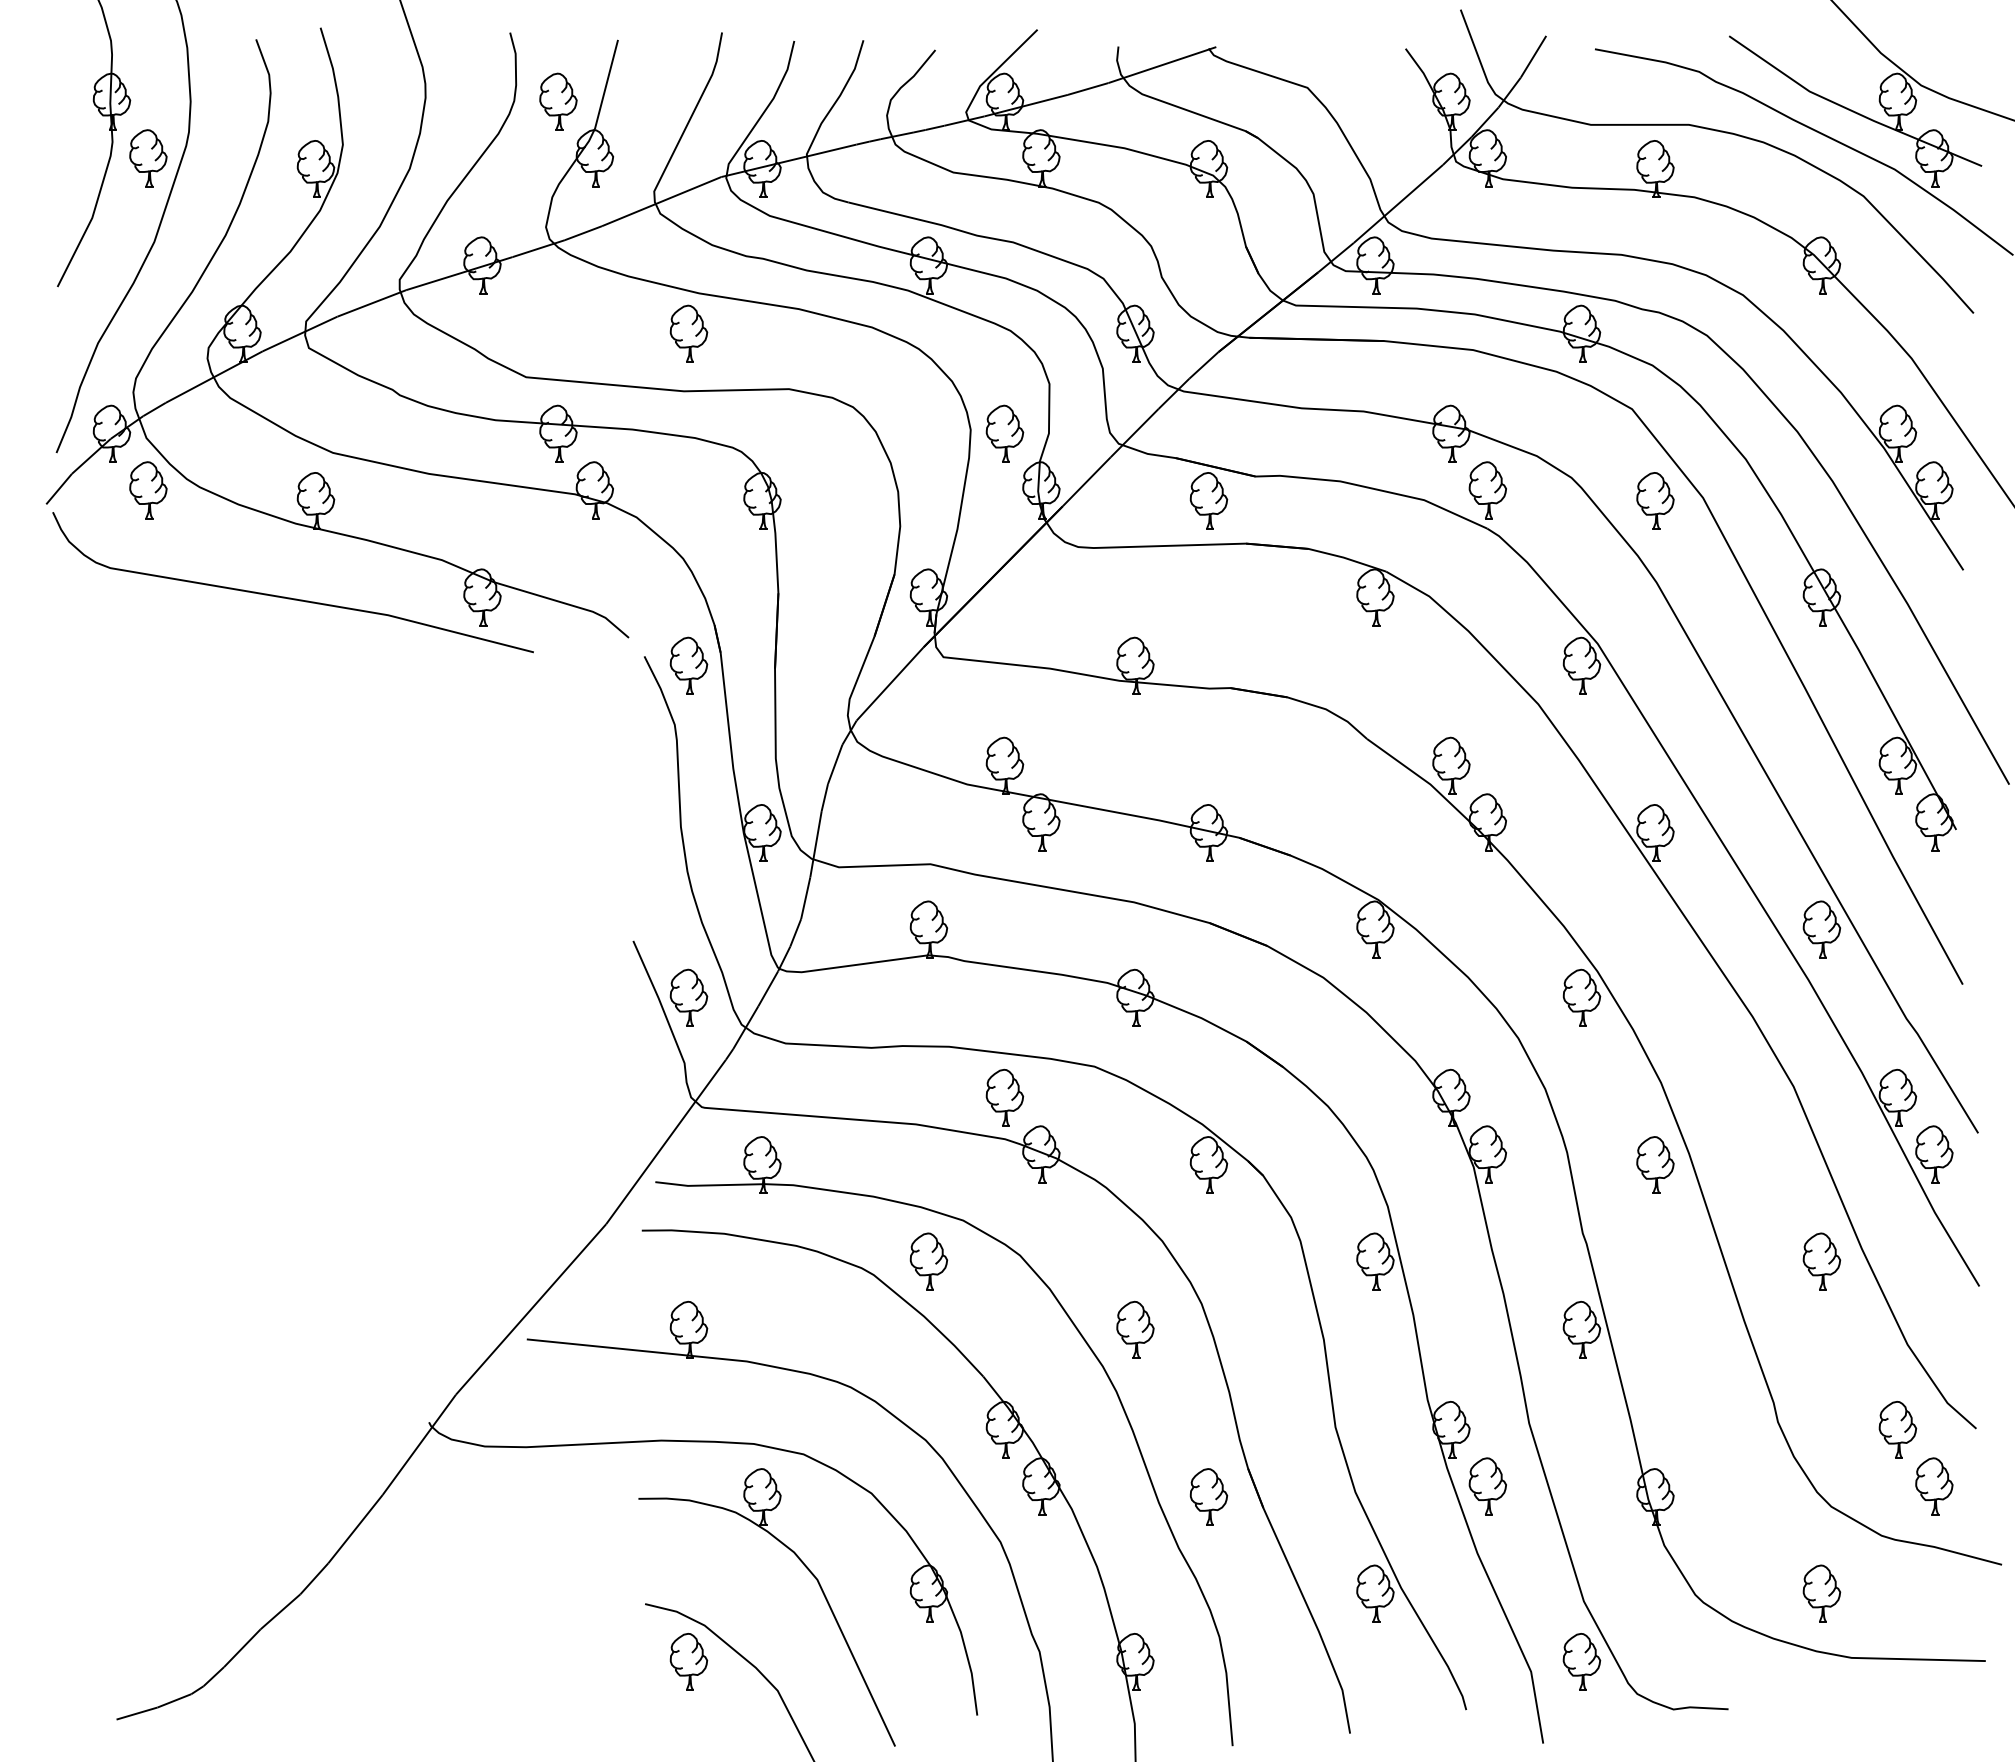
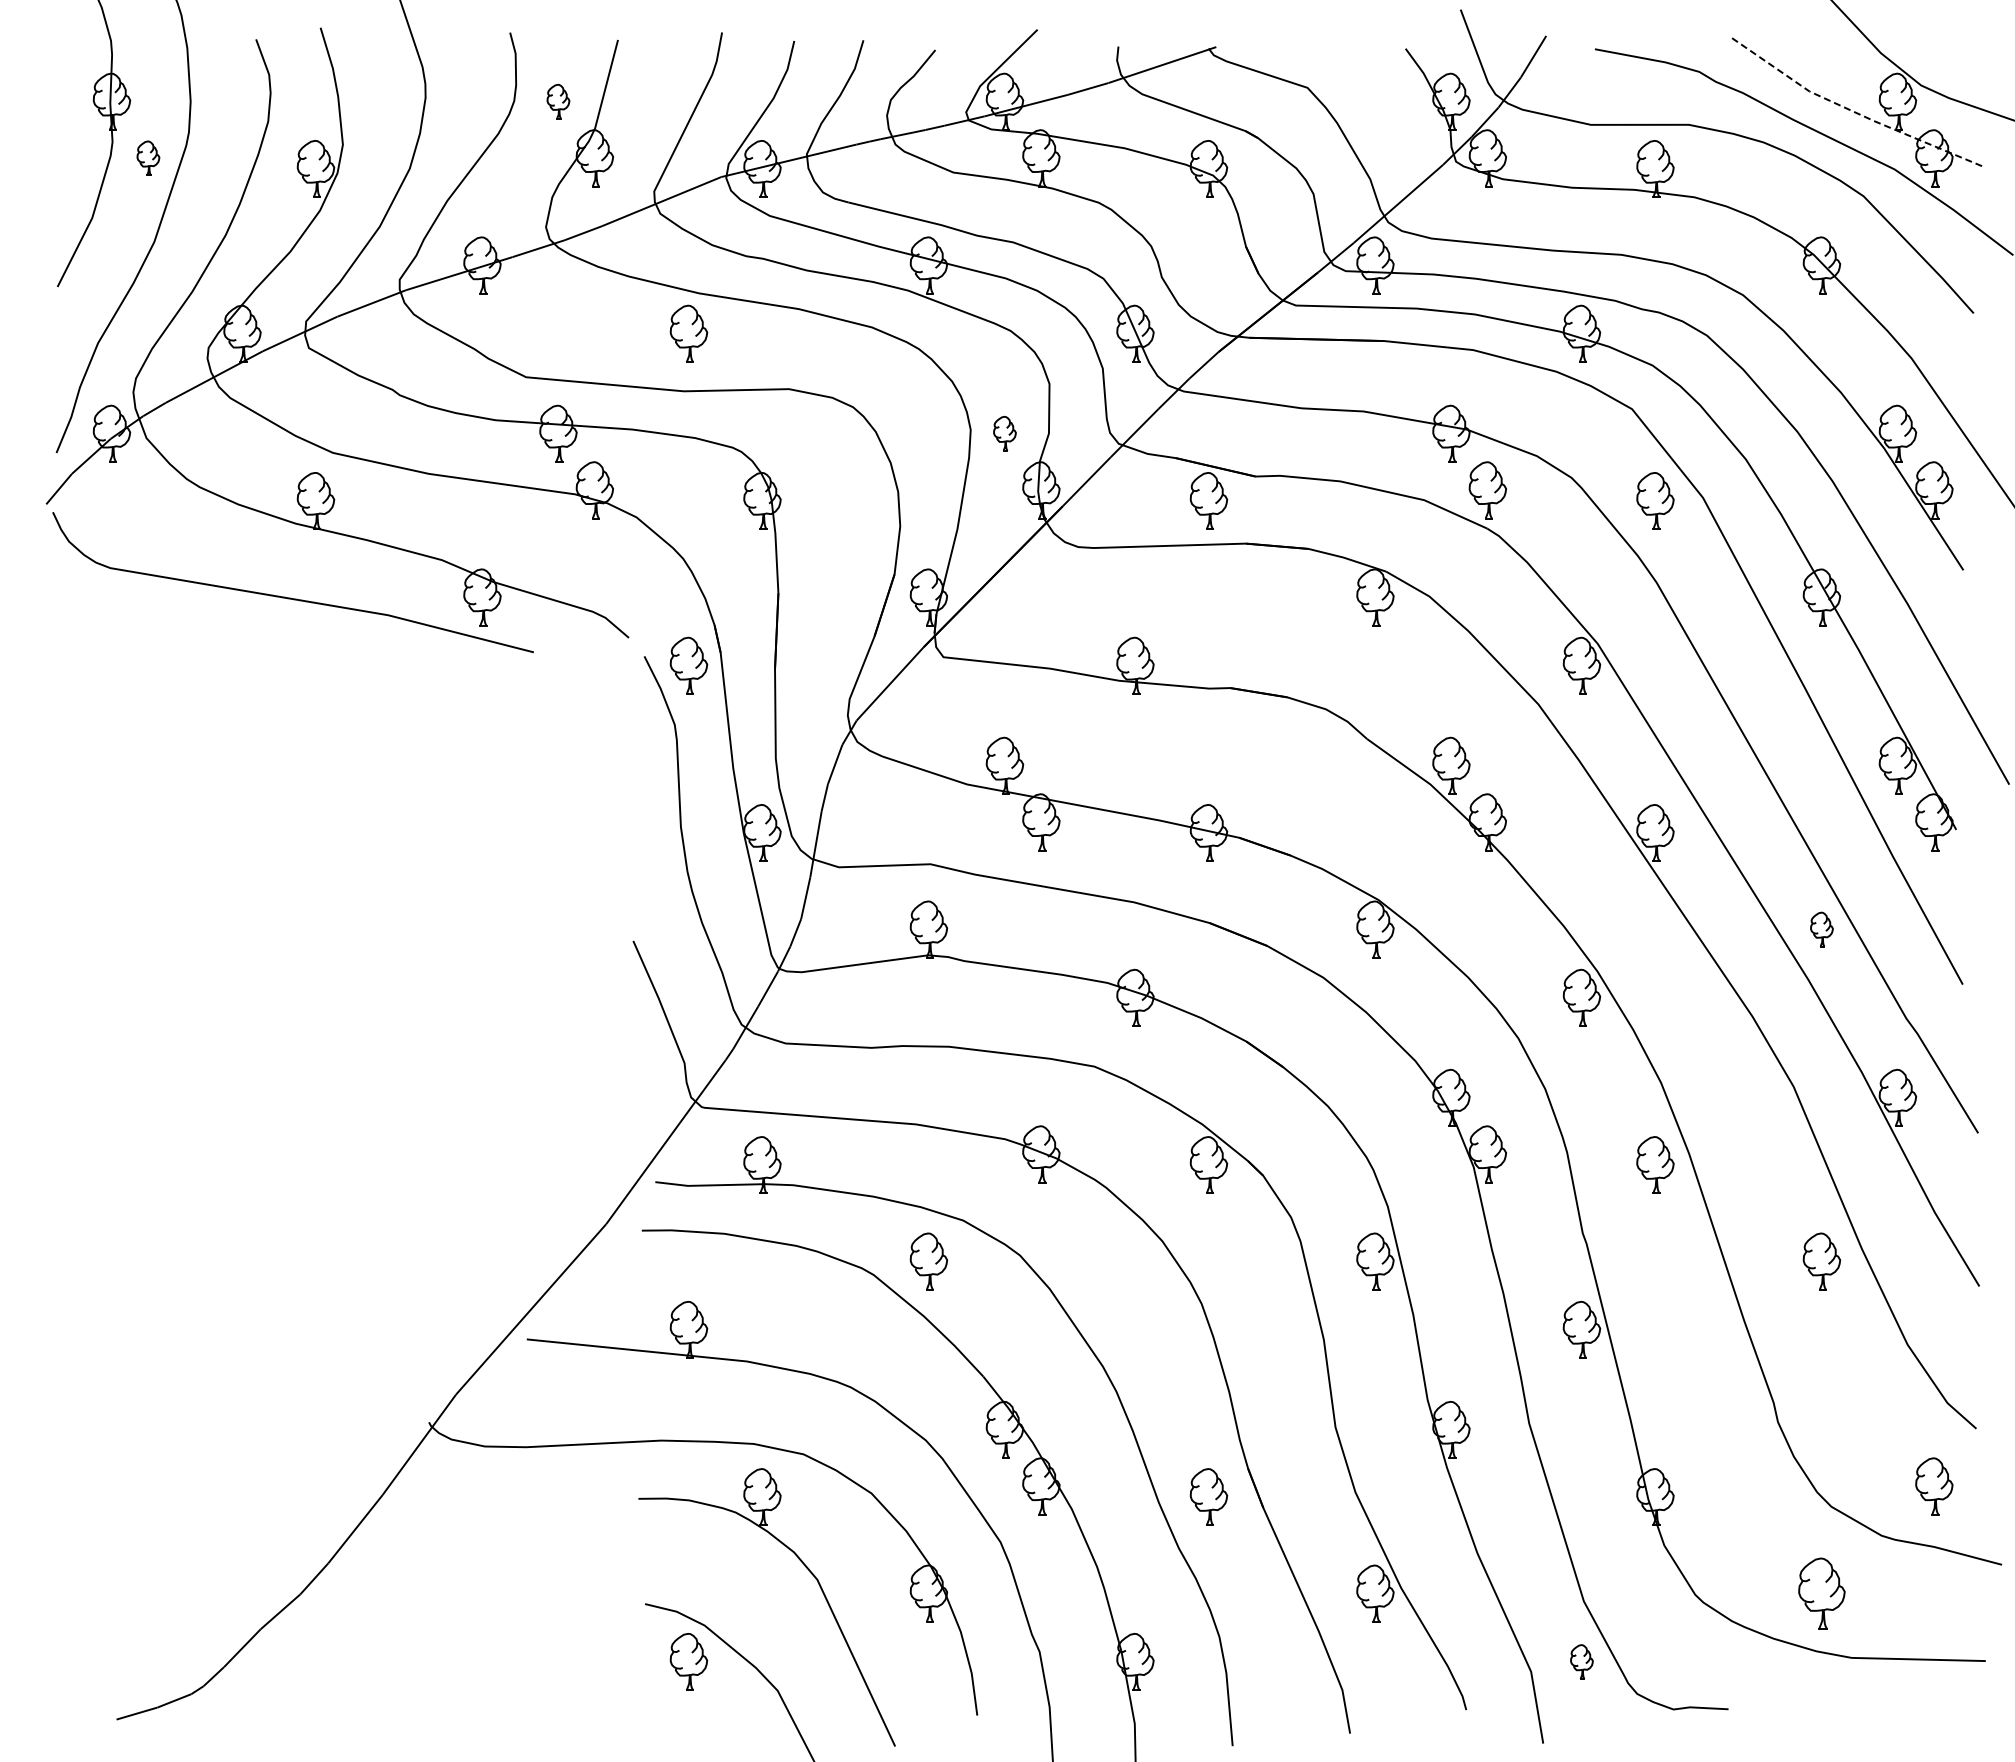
part at (558, 101) size: 39x59 px -> 25x36 px
line at (1850, 110): solid -> dashed
part at (148, 158) size: 39x59 px -> 25x36 px
part at (1004, 433) size: 40x59 px -> 24x37 px
part at (148, 490): present -> none
part at (1821, 929) size: 40x59 px -> 24x37 px
part at (688, 997): present -> none
part at (1004, 1097): present -> none
part at (1934, 1154): present -> none
part at (1135, 1329): present -> none
part at (1897, 1429): present -> none
part at (1487, 1486): present -> none
part at (1821, 1593) size: 40x59 px -> 48x73 px
part at (1581, 1661) size: 40x58 px -> 24x36 px
